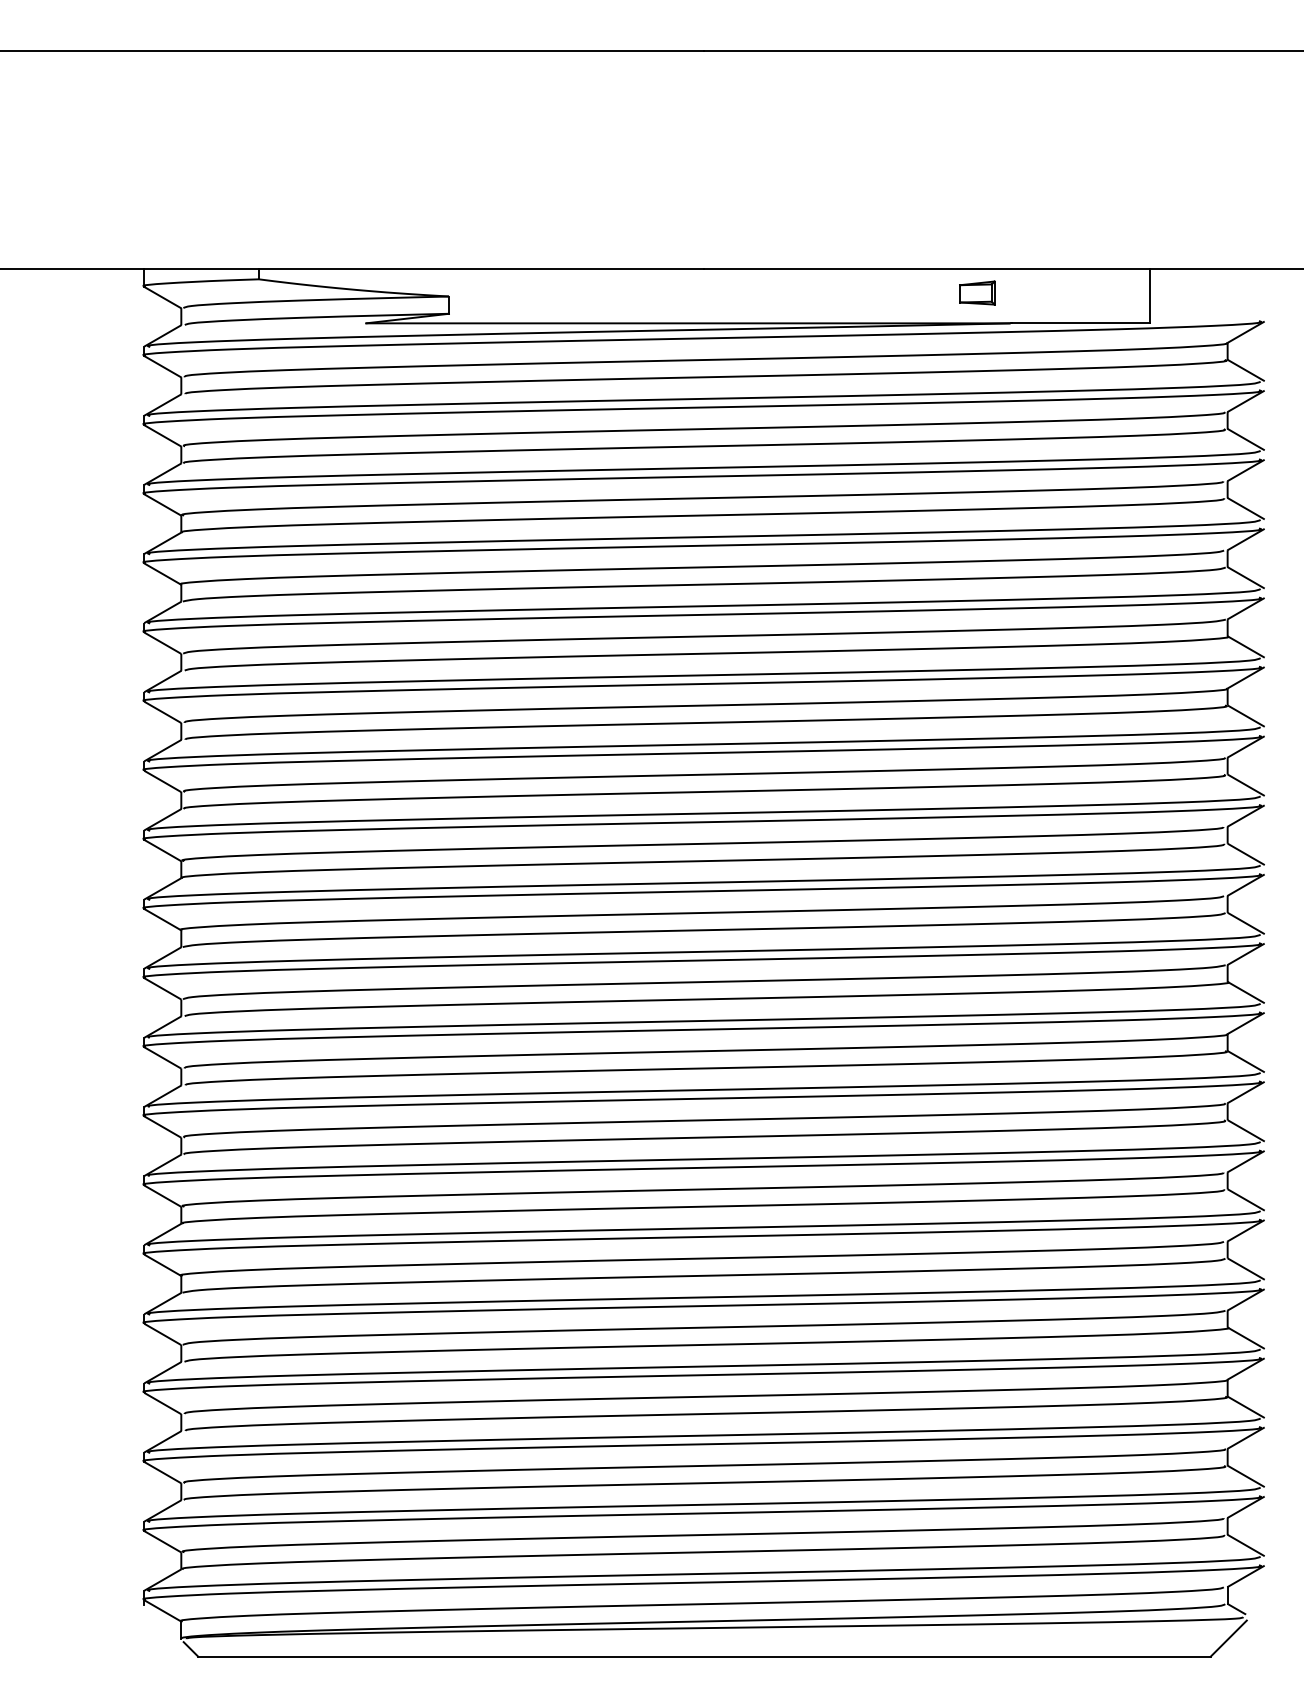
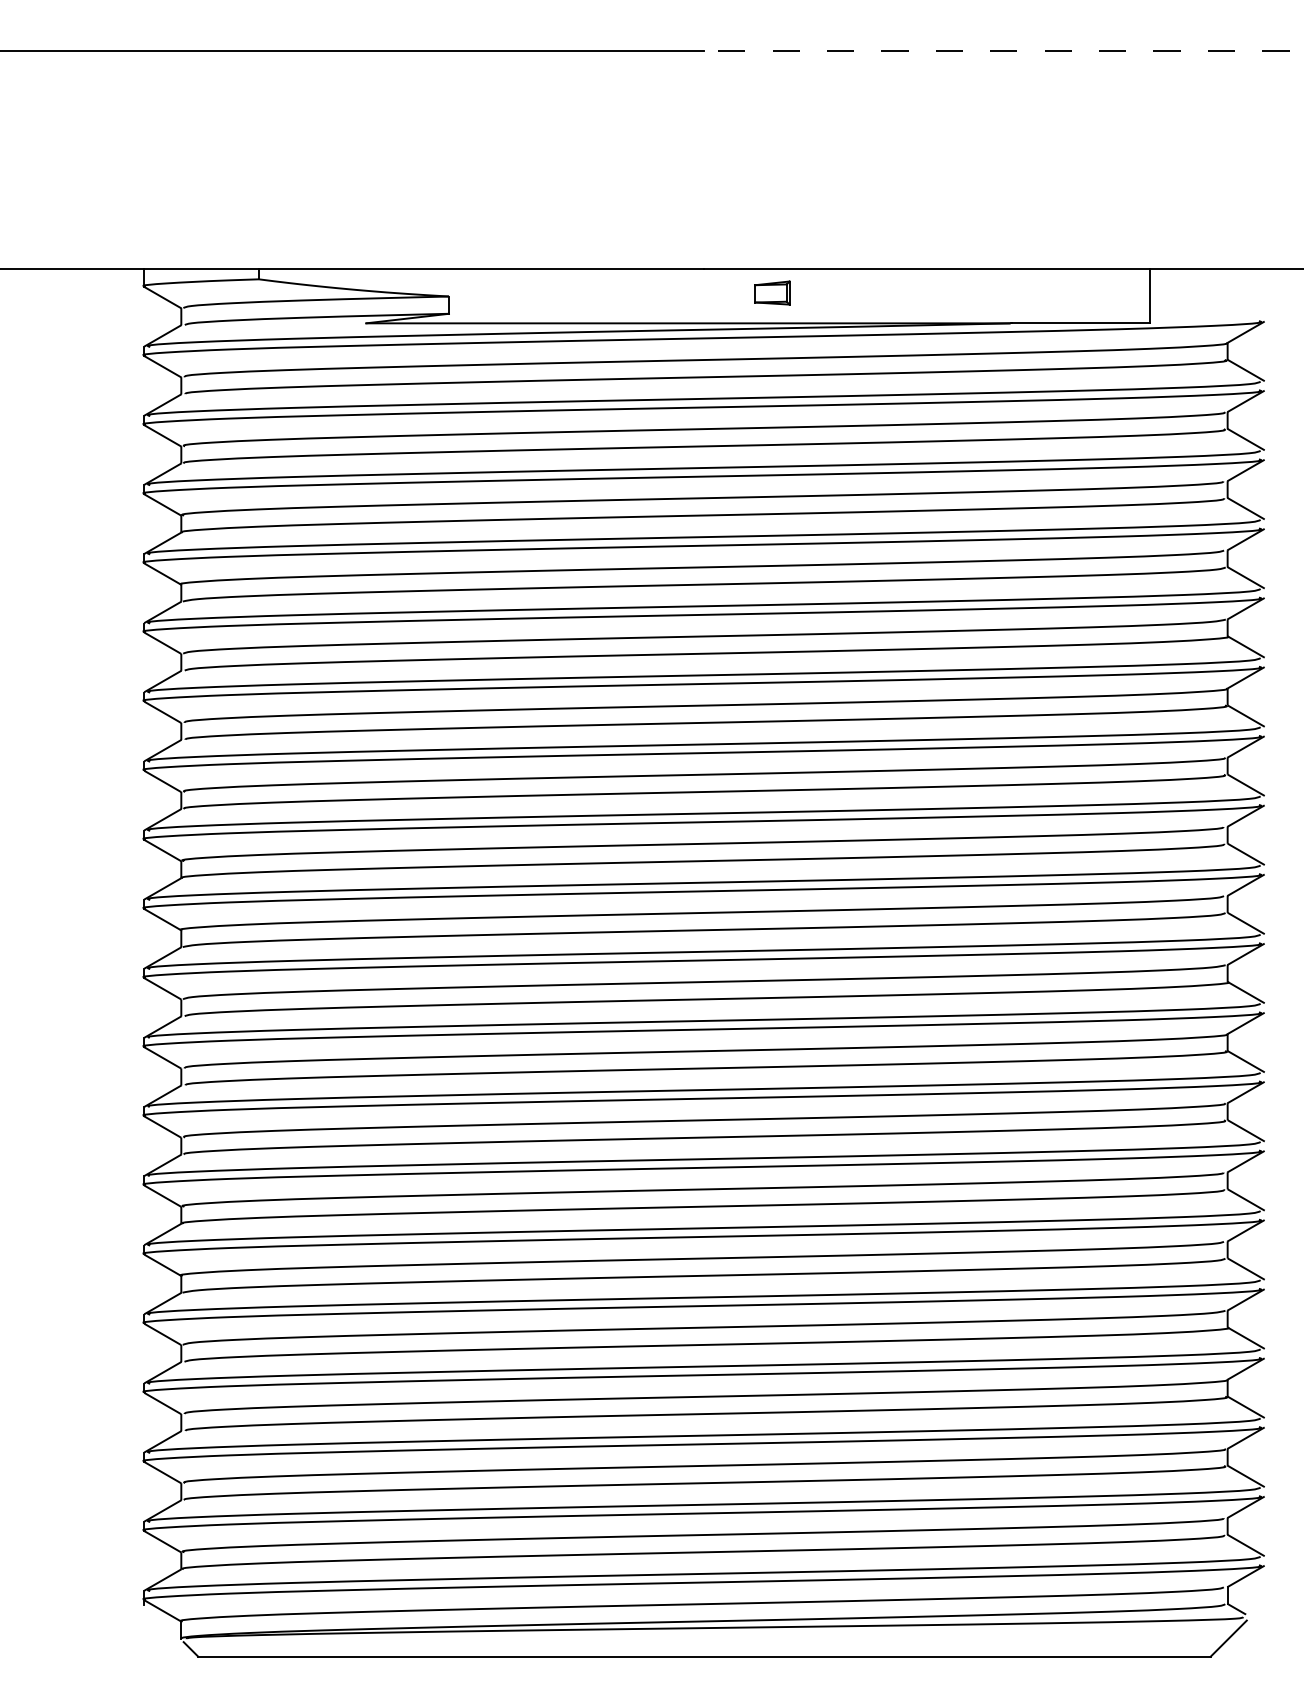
line at (1003, 51): solid -> dashed
part at (977, 292) position: (977, 292) -> (772, 292)
